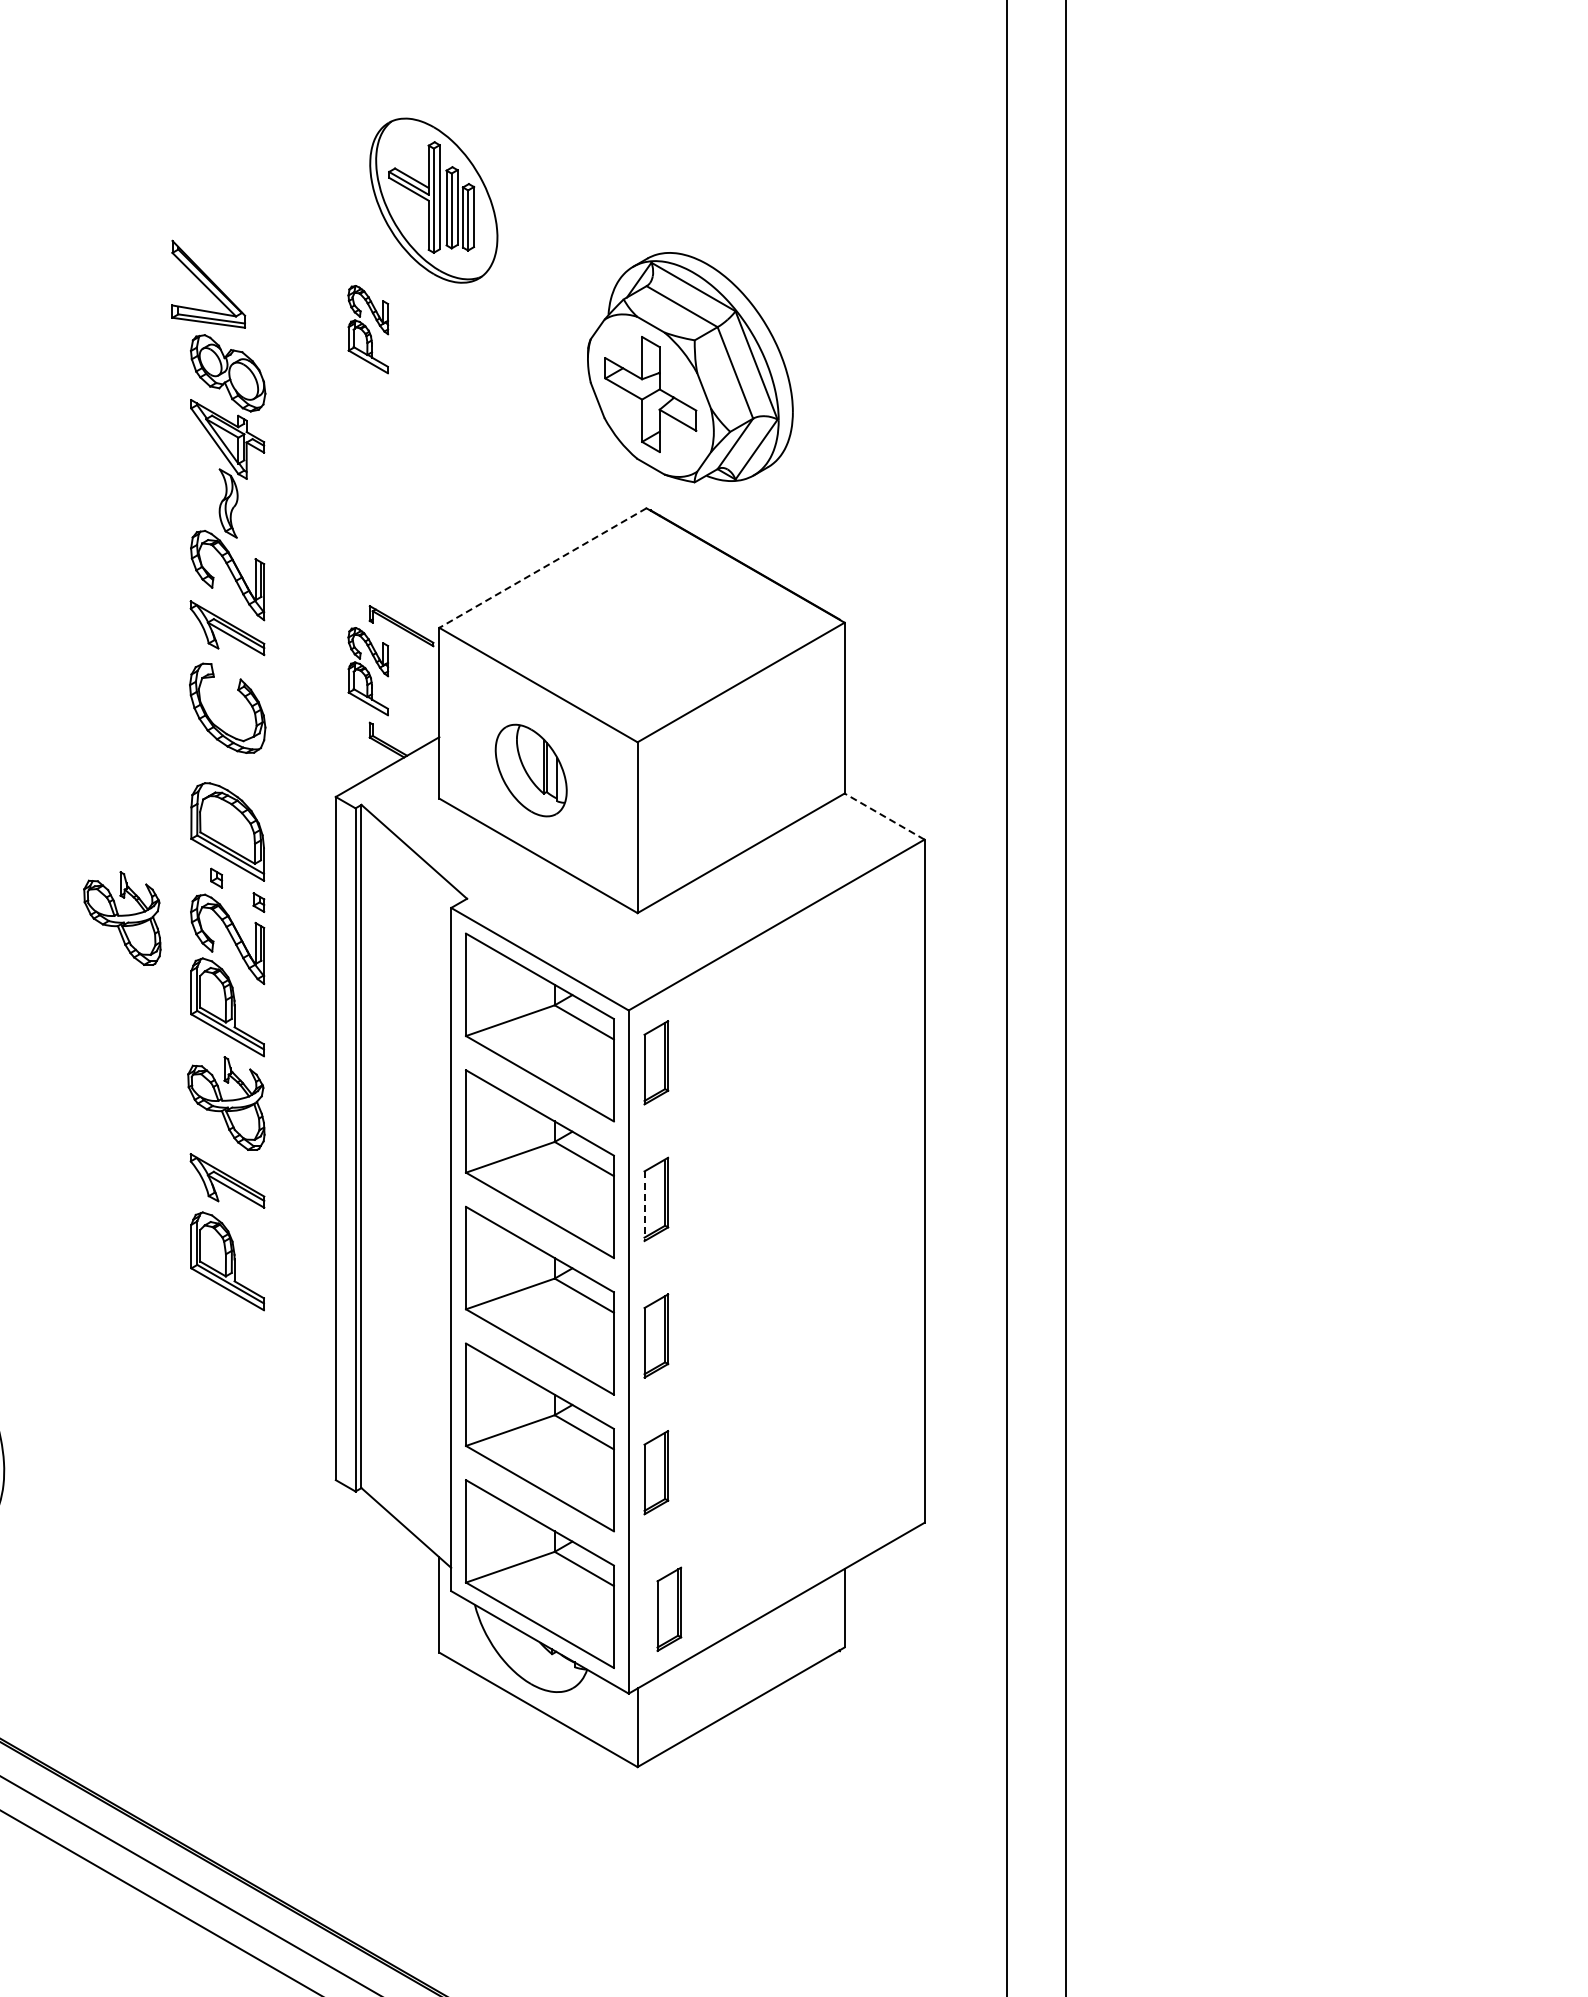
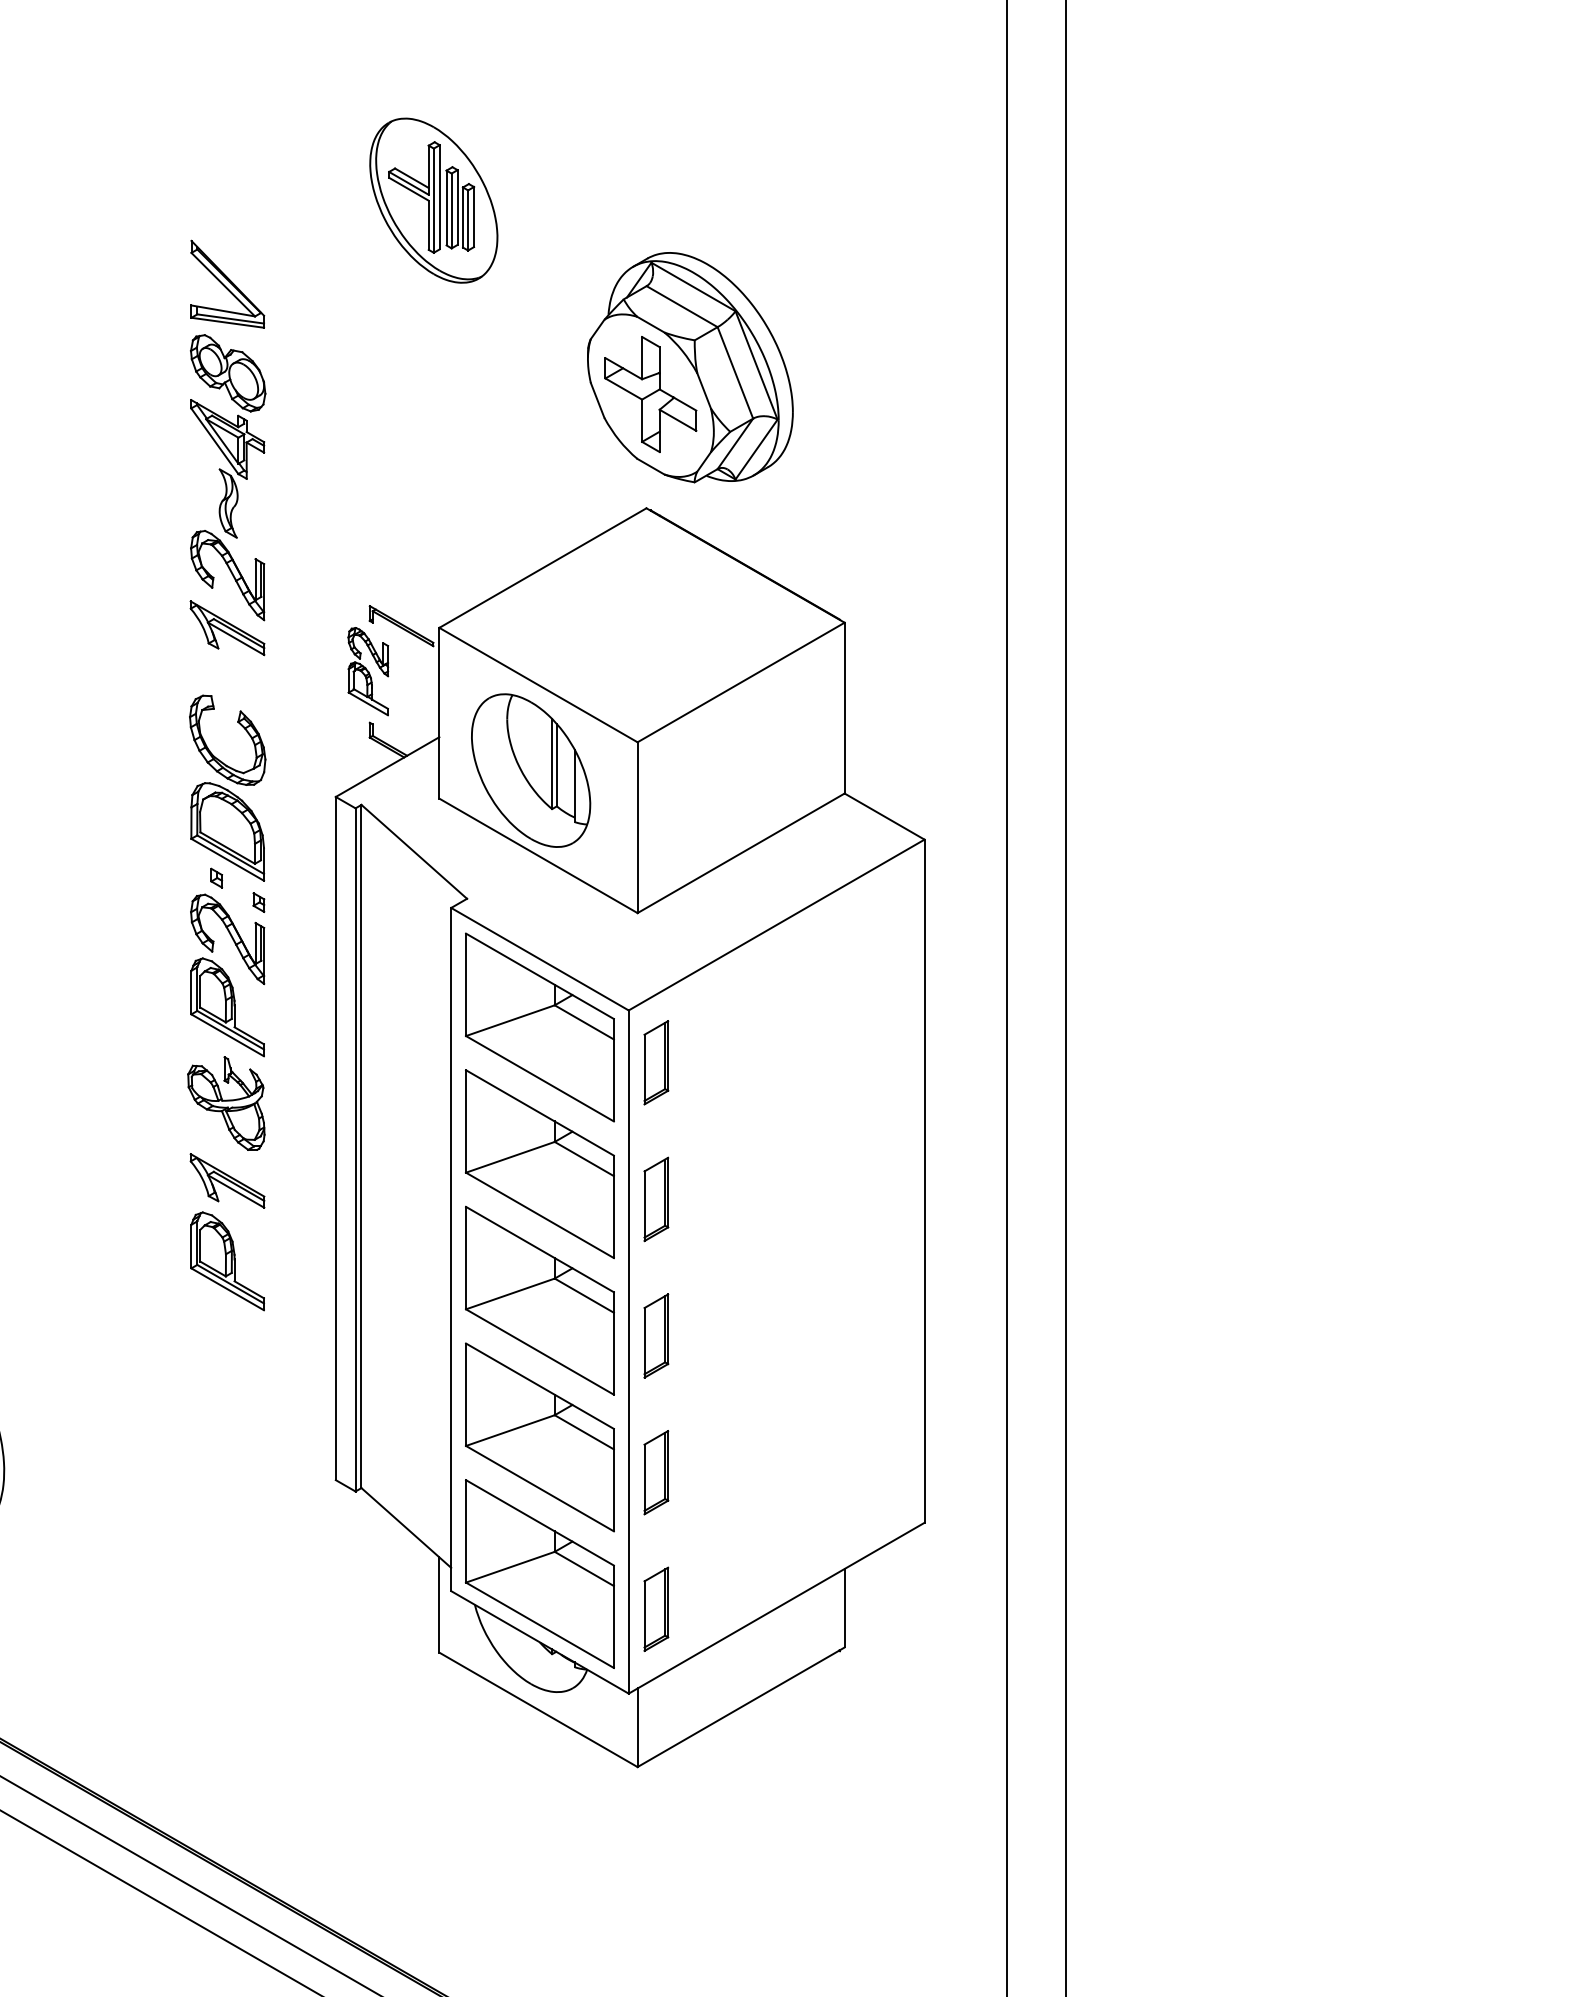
part at (208, 283) position: (208, 283) -> (227, 283)
part at (368, 329): present -> none
line at (542, 568): dashed -> solid
part at (240, 693) position: (240, 693) -> (240, 725)
part at (530, 770) size: 74x95 px -> 121x155 px
line at (884, 816): dashed -> solid
part at (122, 918): present -> none
line at (644, 1206): dashed -> solid
part at (669, 1608) position: (669, 1608) -> (656, 1608)
